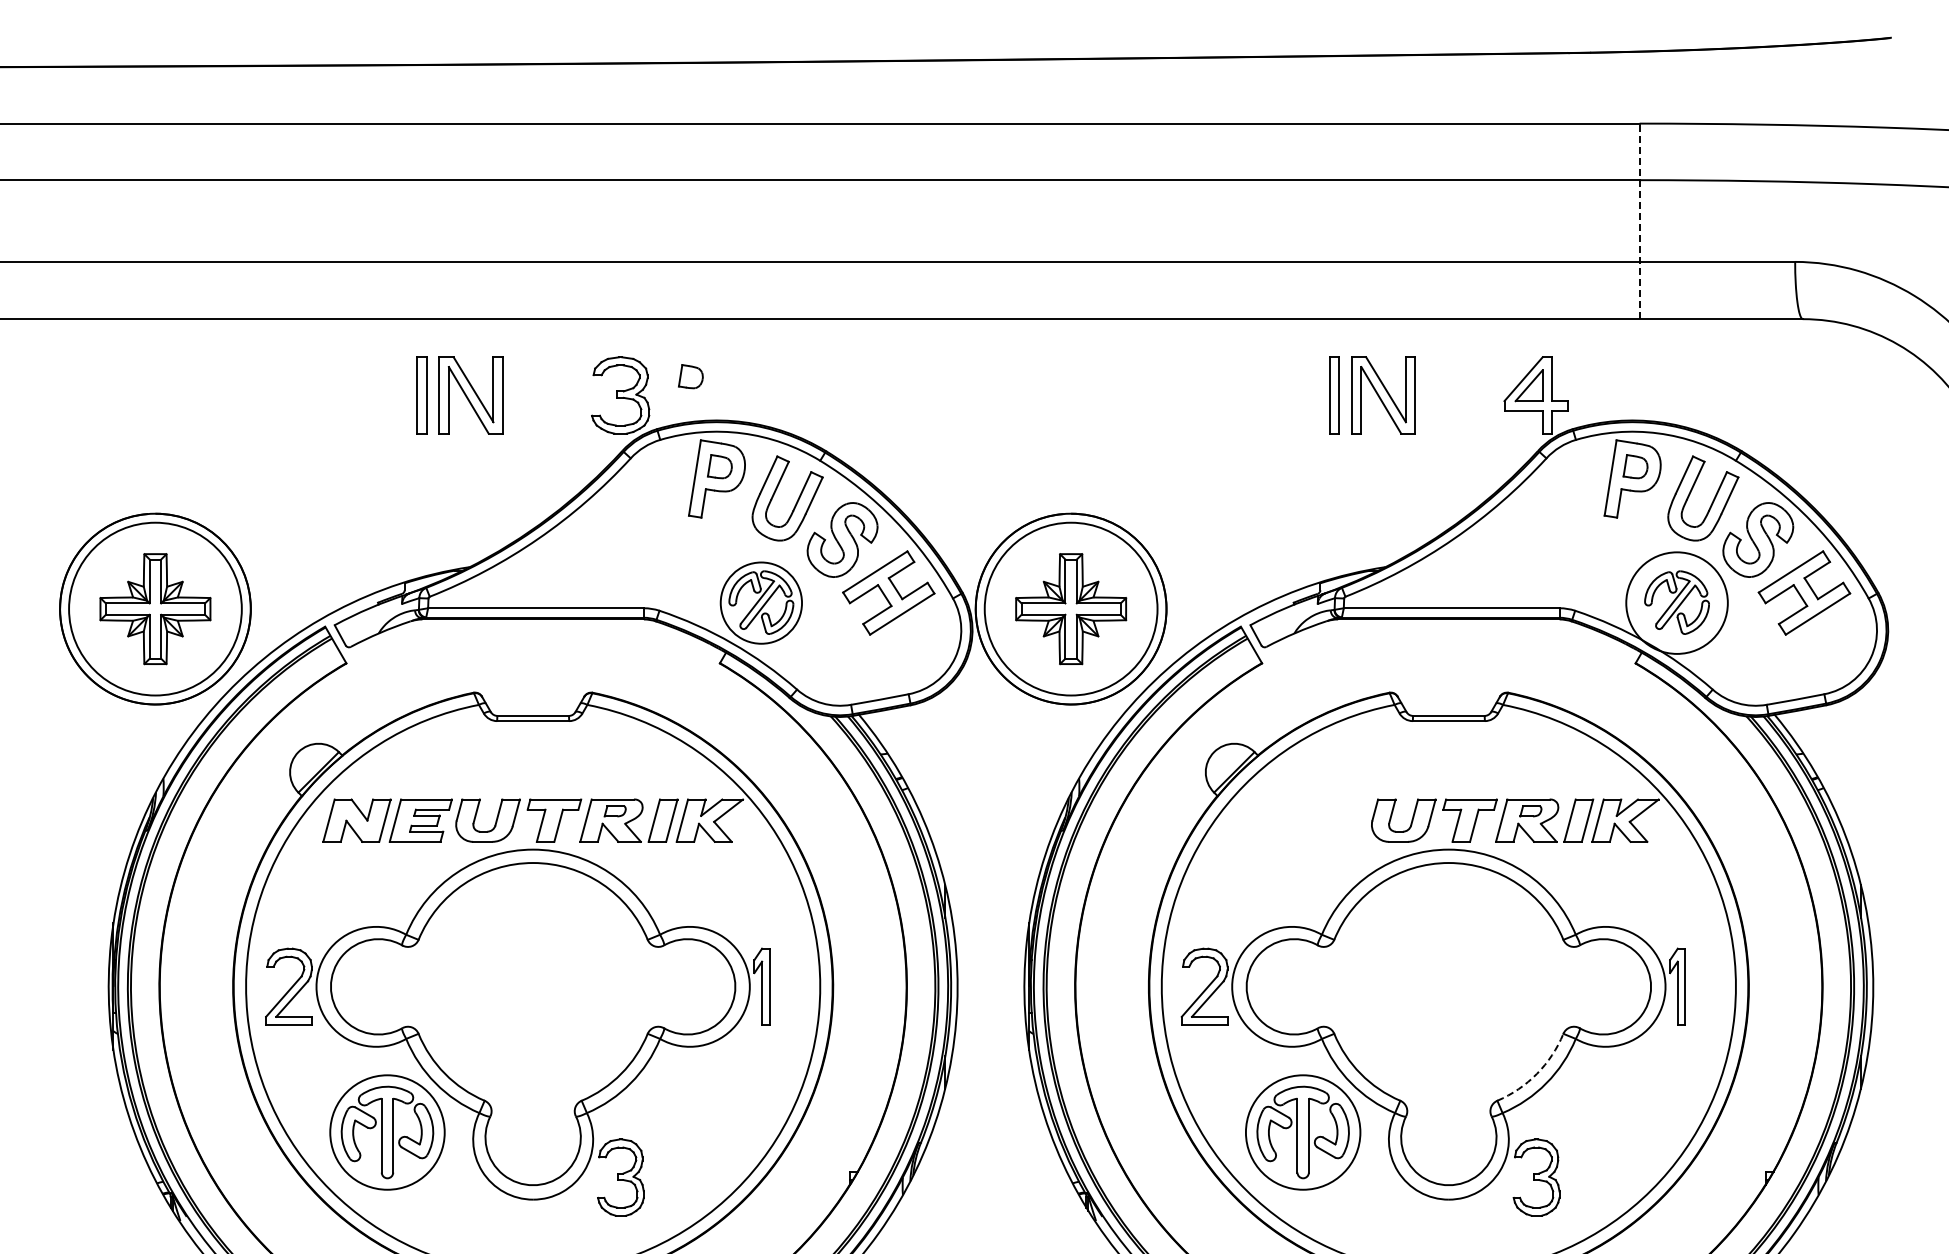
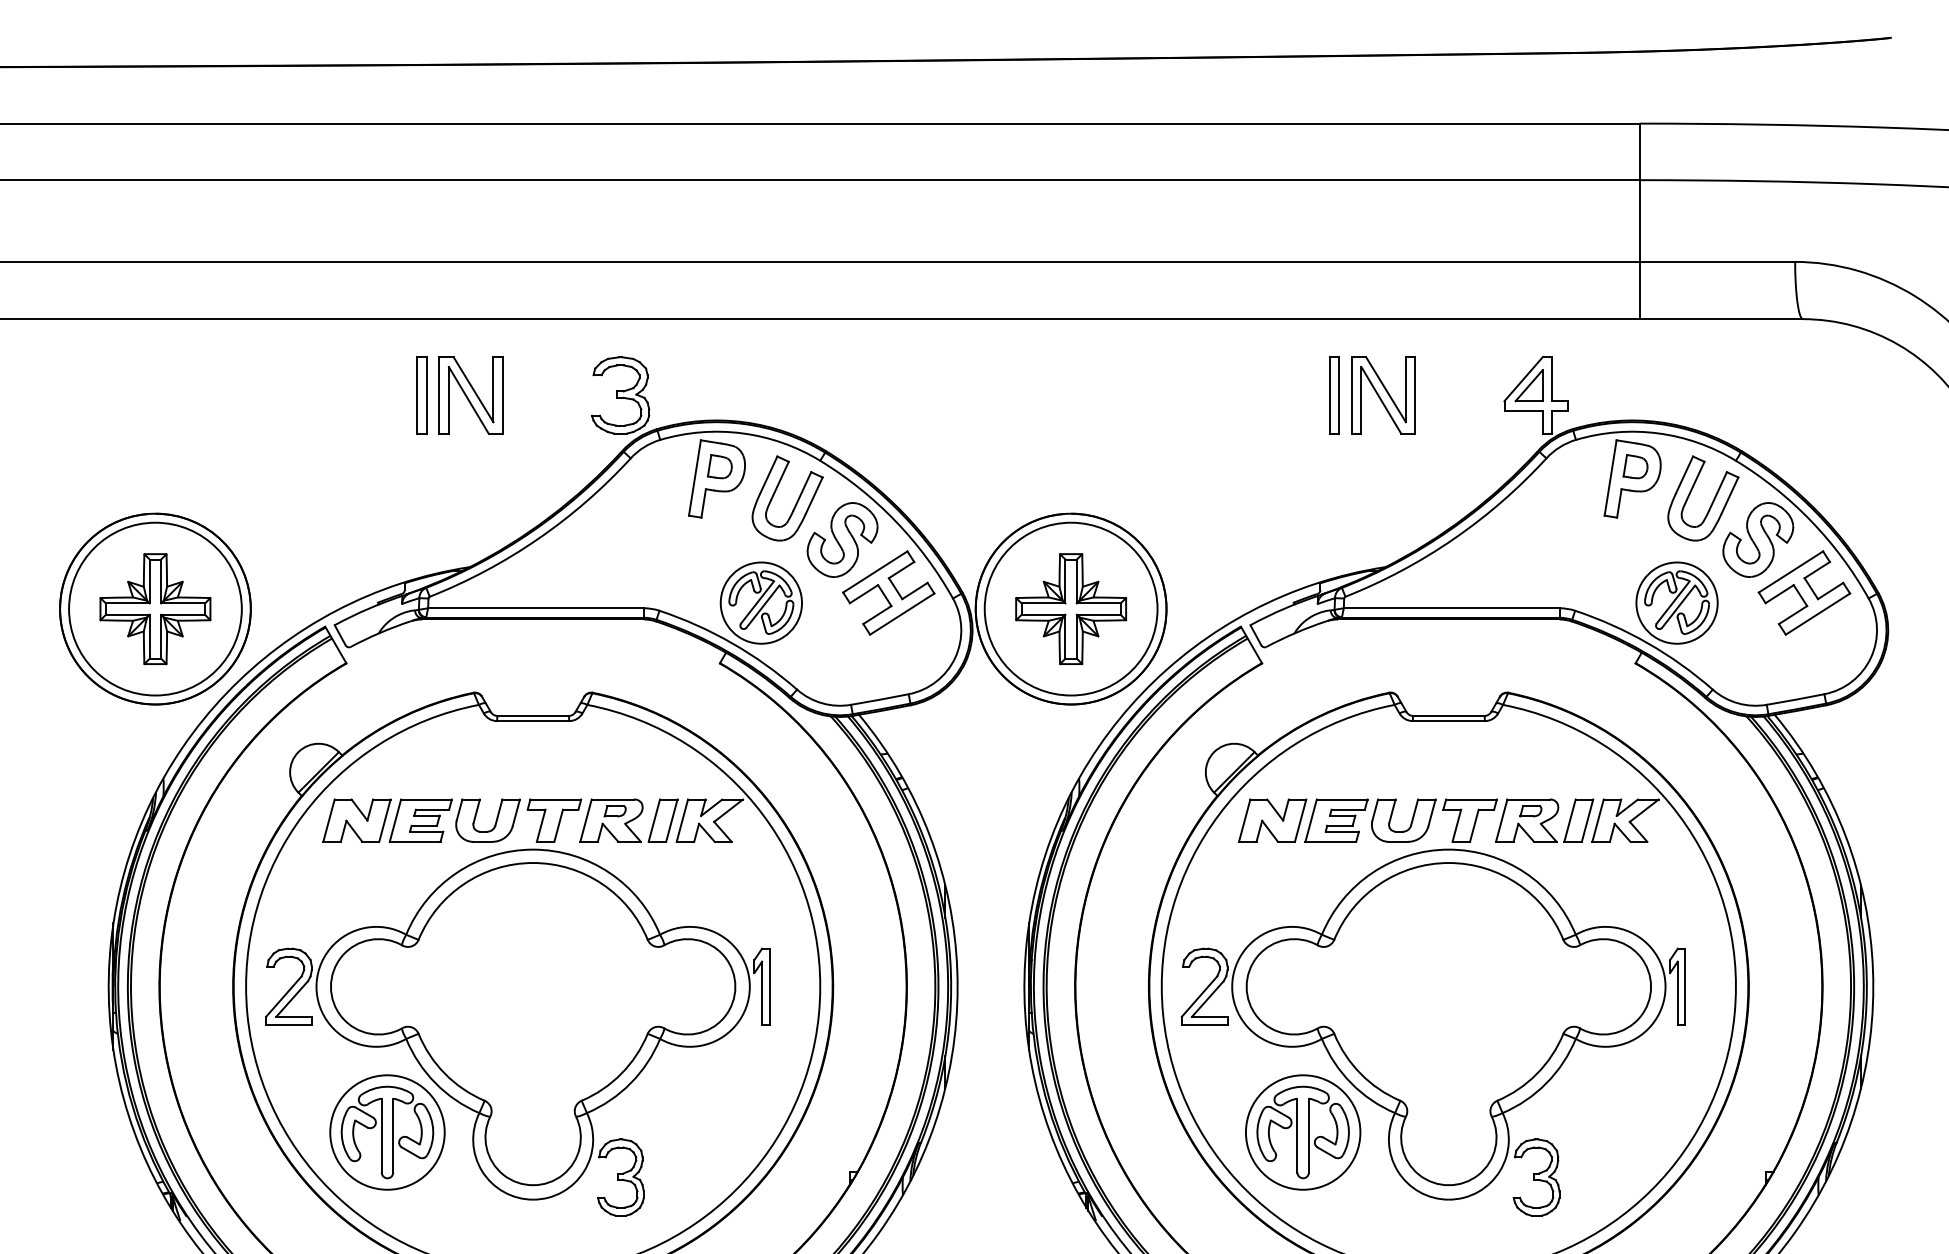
line at (1639, 221): dashed -> solid
part at (690, 376): present -> none
circle at (1676, 602) diameter: 102 px -> 81 px
part at (1303, 820): none -> present
arc at (1537, 1073): dashed -> solid
